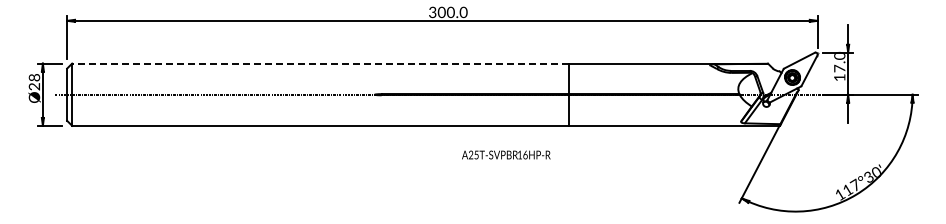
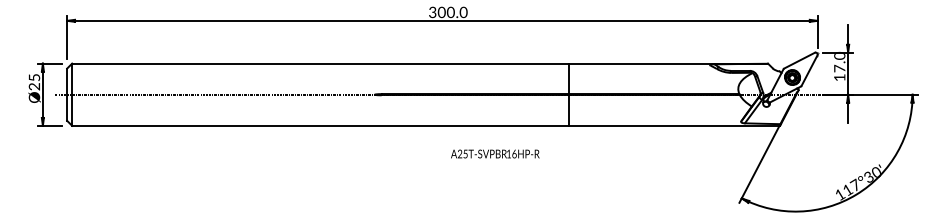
line at (319, 63): dashed -> solid
text at (33, 77): Ø28 -> Ø25
text at (506, 154) position: (506, 154) -> (495, 153)
